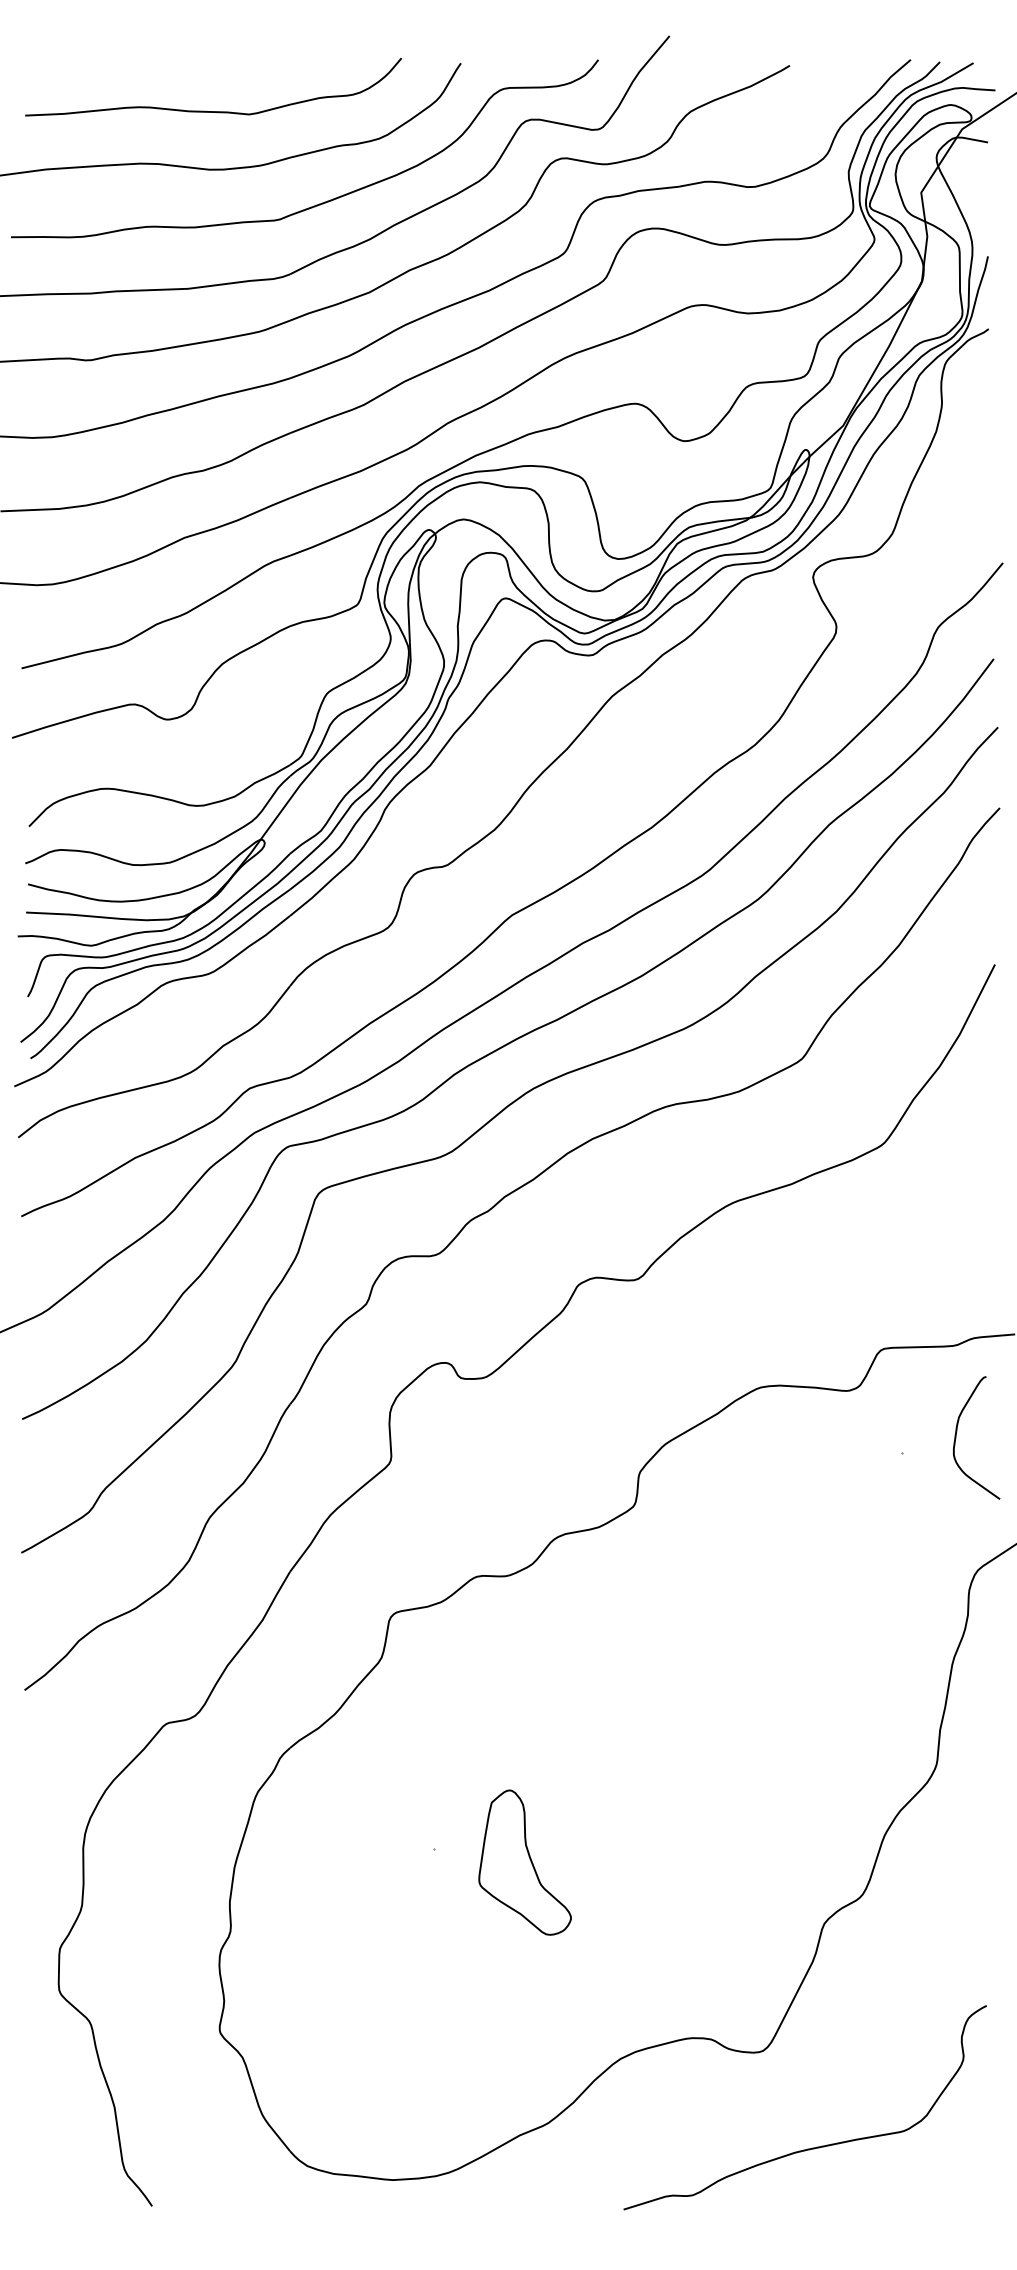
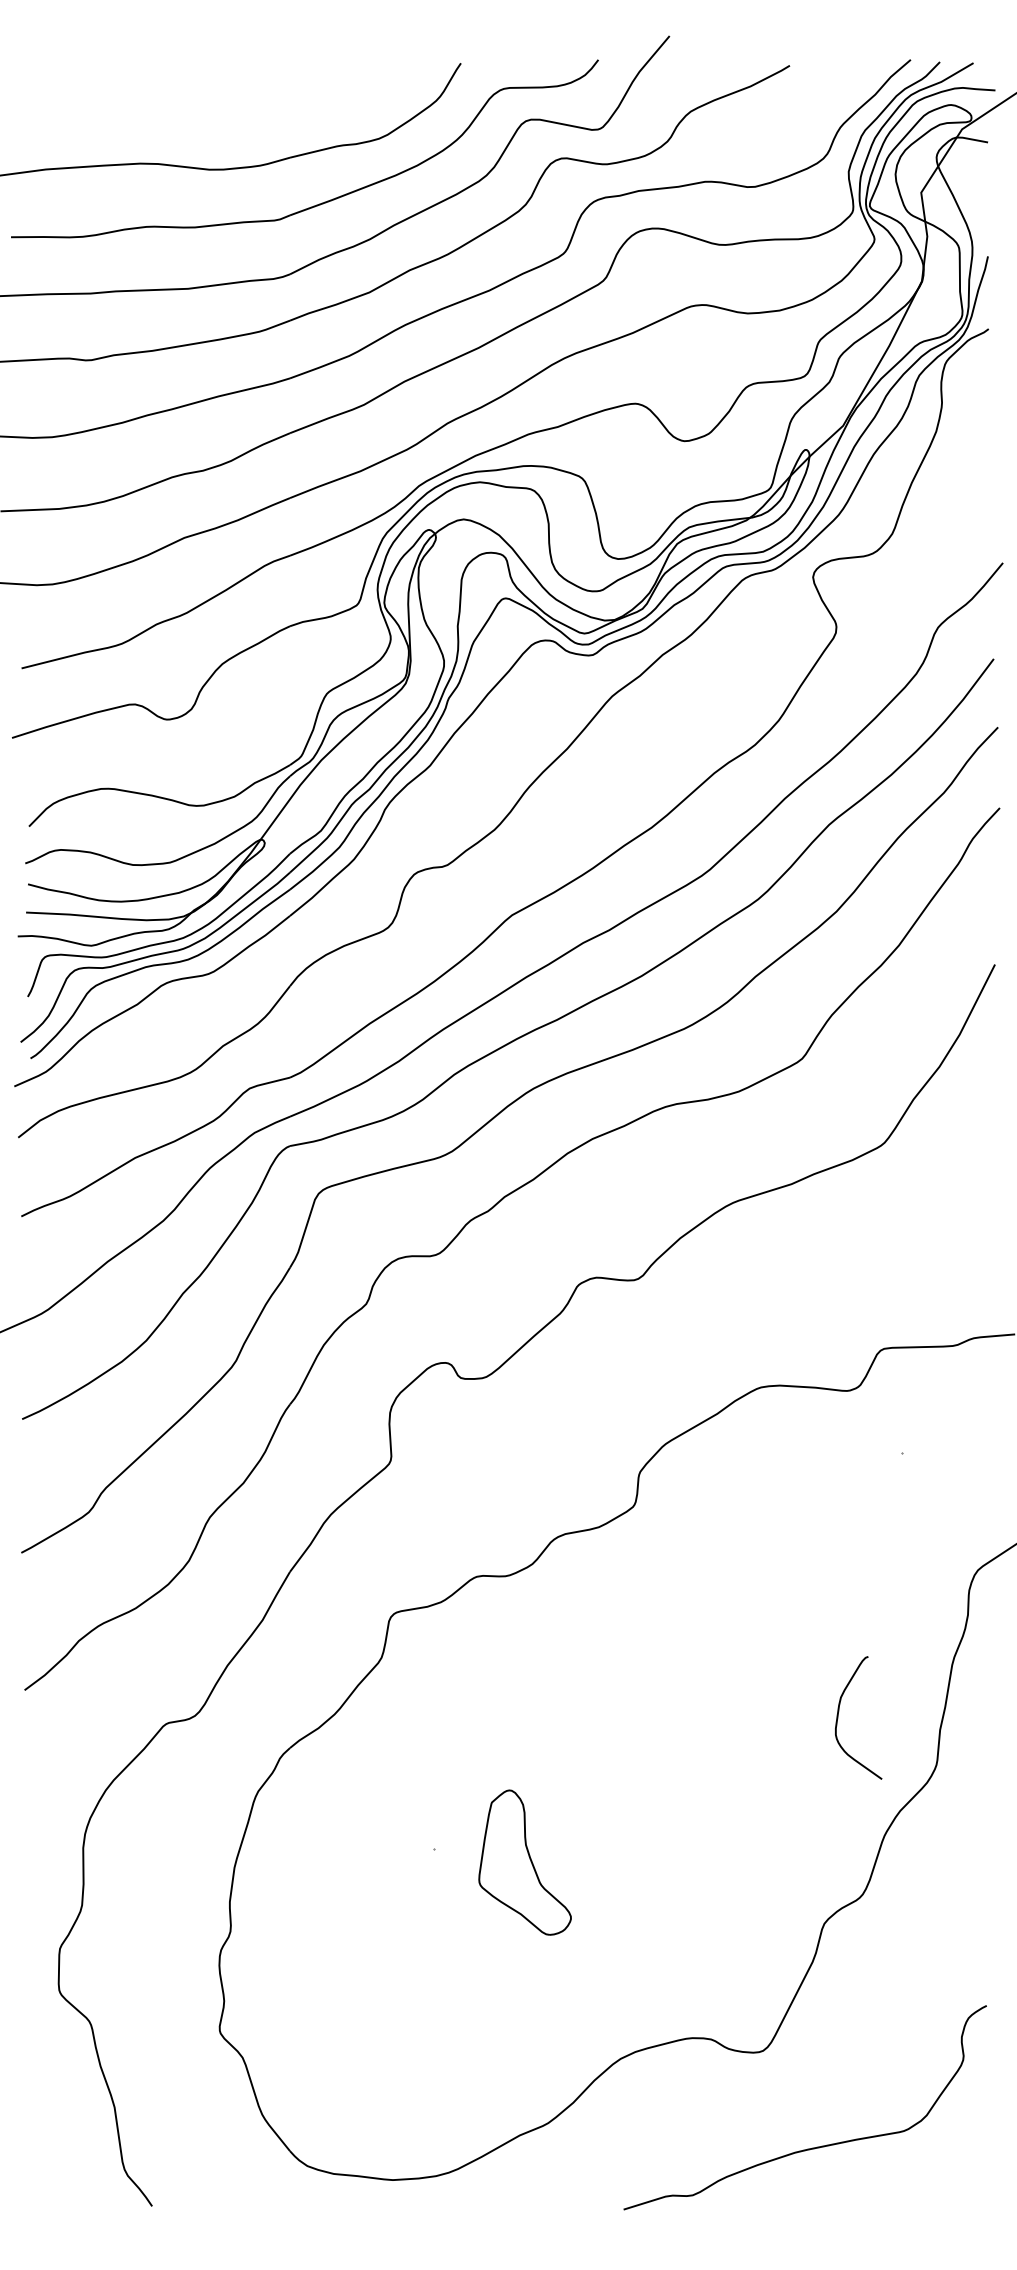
part at (213, 111): present -> none
curve at (957, 1431) position: (957, 1431) -> (839, 1711)
